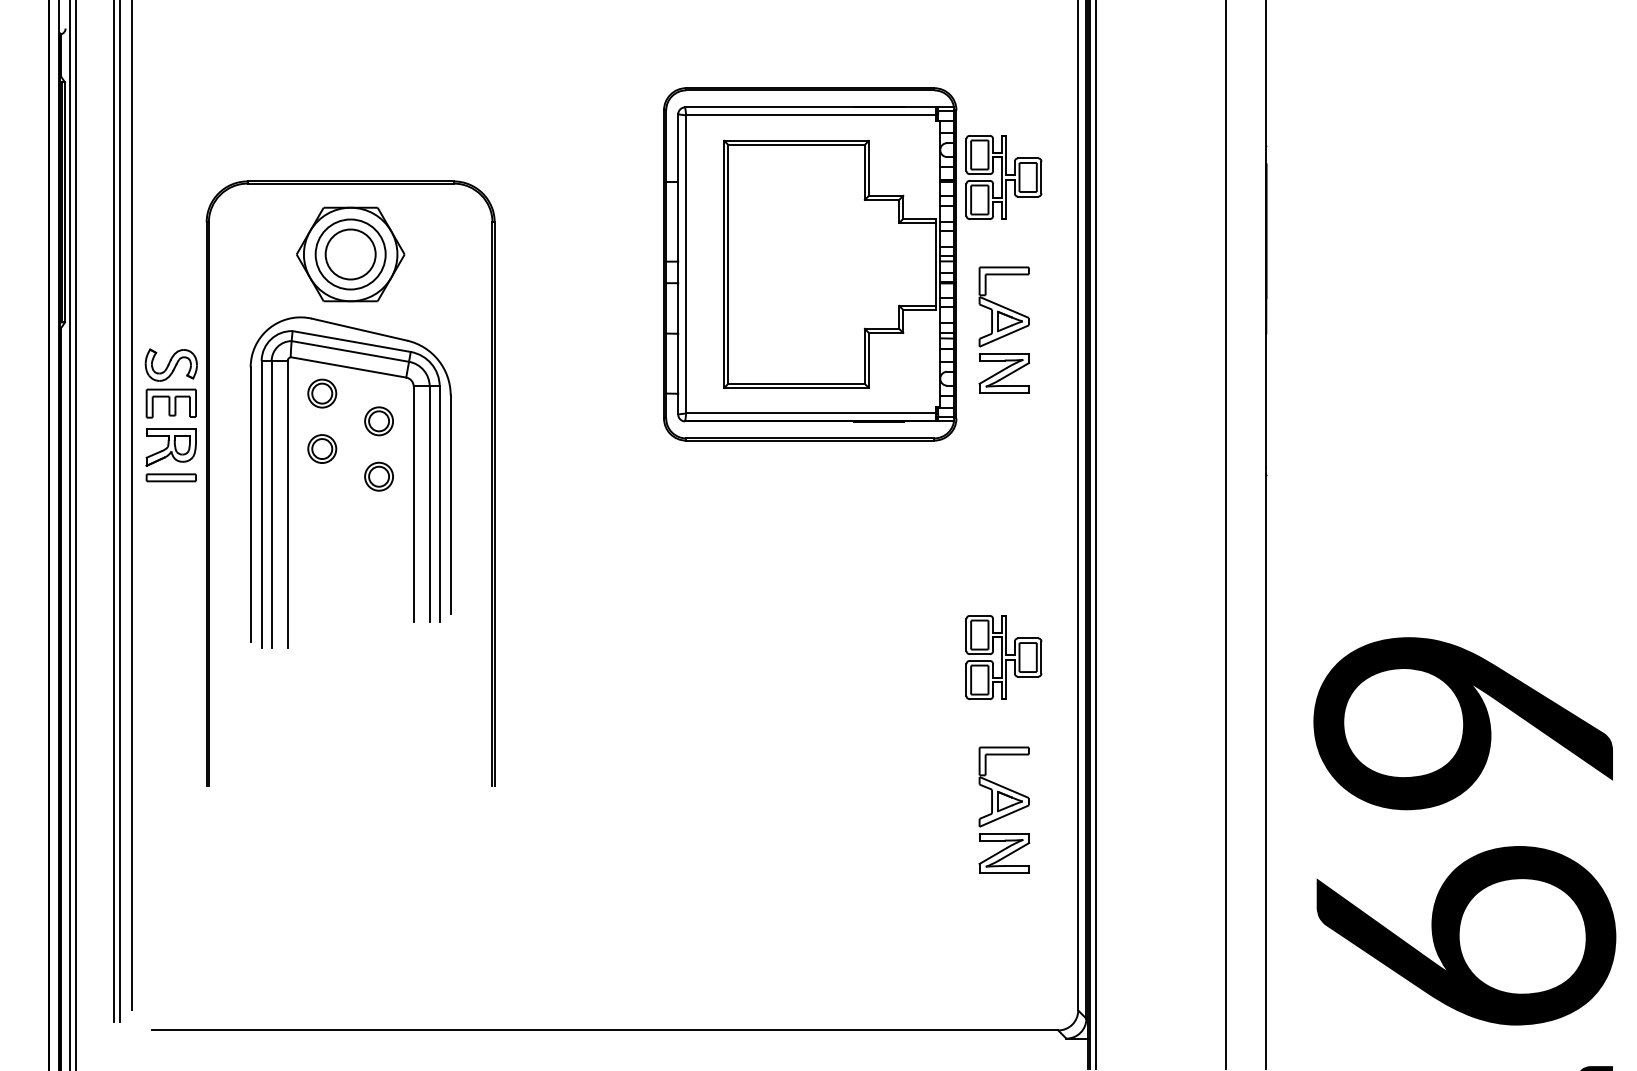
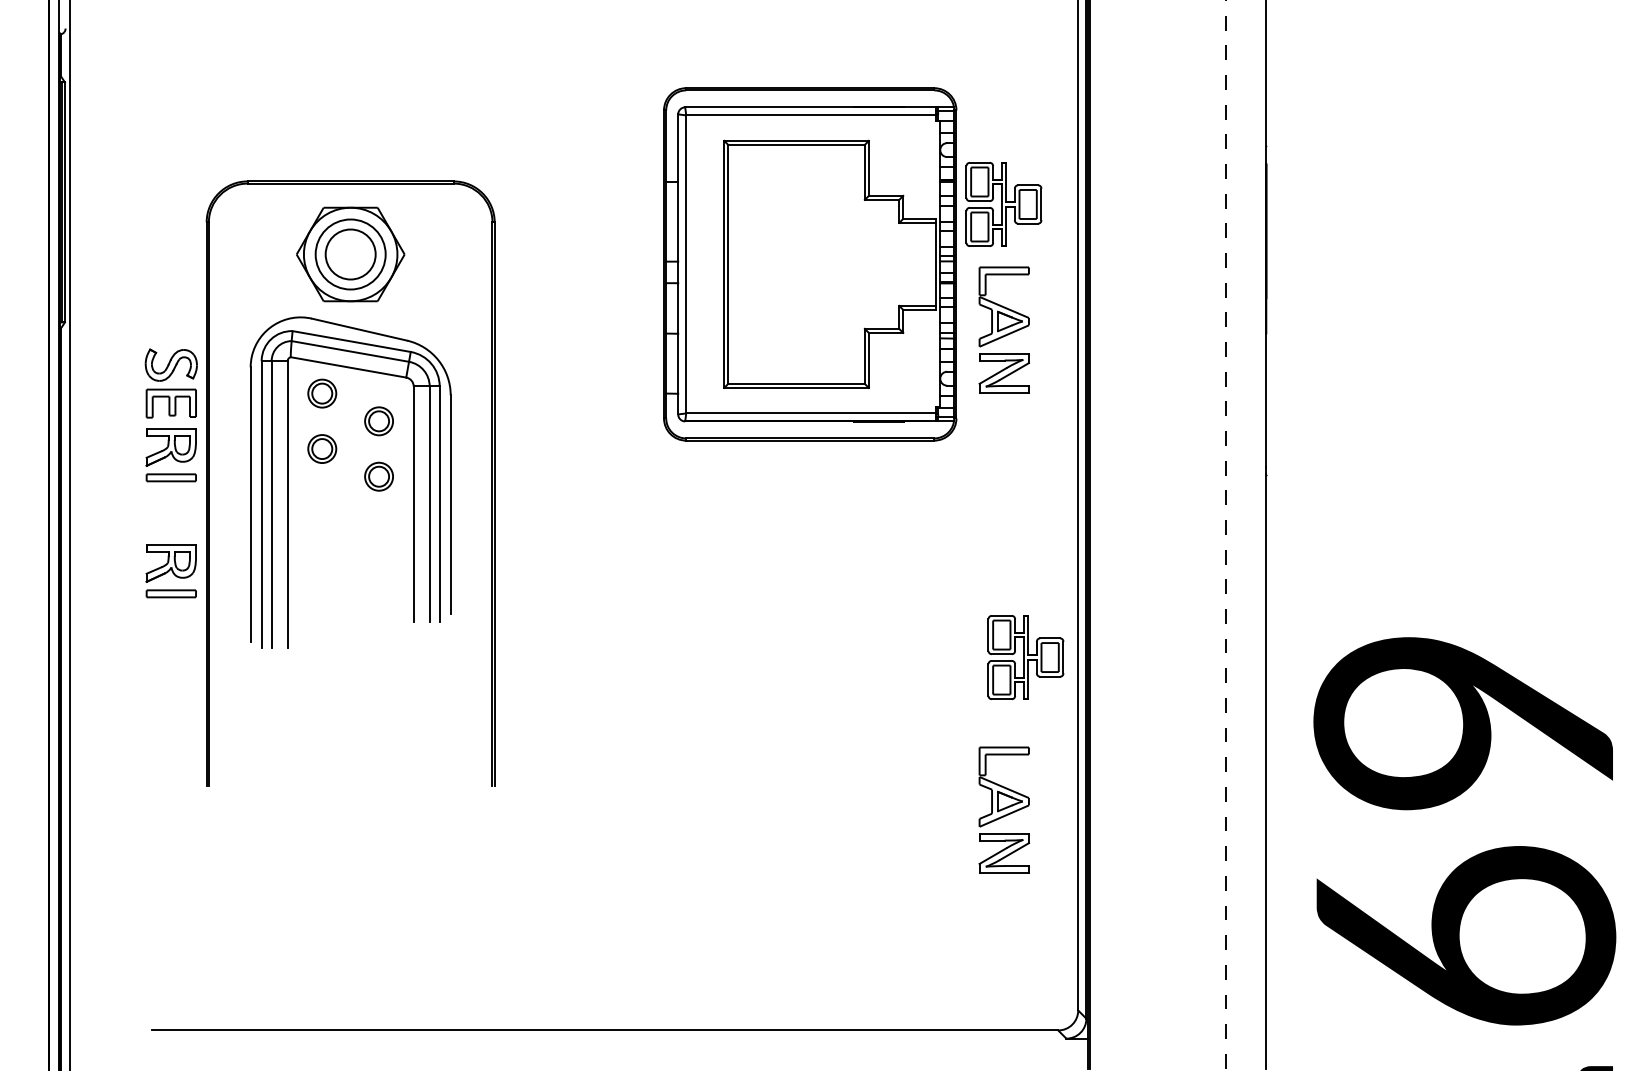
part at (1003, 177) position: (1003, 177) -> (1003, 204)
line at (132, 506): present -> none
line at (114, 512): present -> none
line at (120, 512): present -> none
line at (75, 534): present -> none
line at (1096, 534): present -> none
line at (1226, 534): solid -> dashed
part at (170, 571): none -> present
part at (1003, 657) position: (1003, 657) -> (1025, 657)
